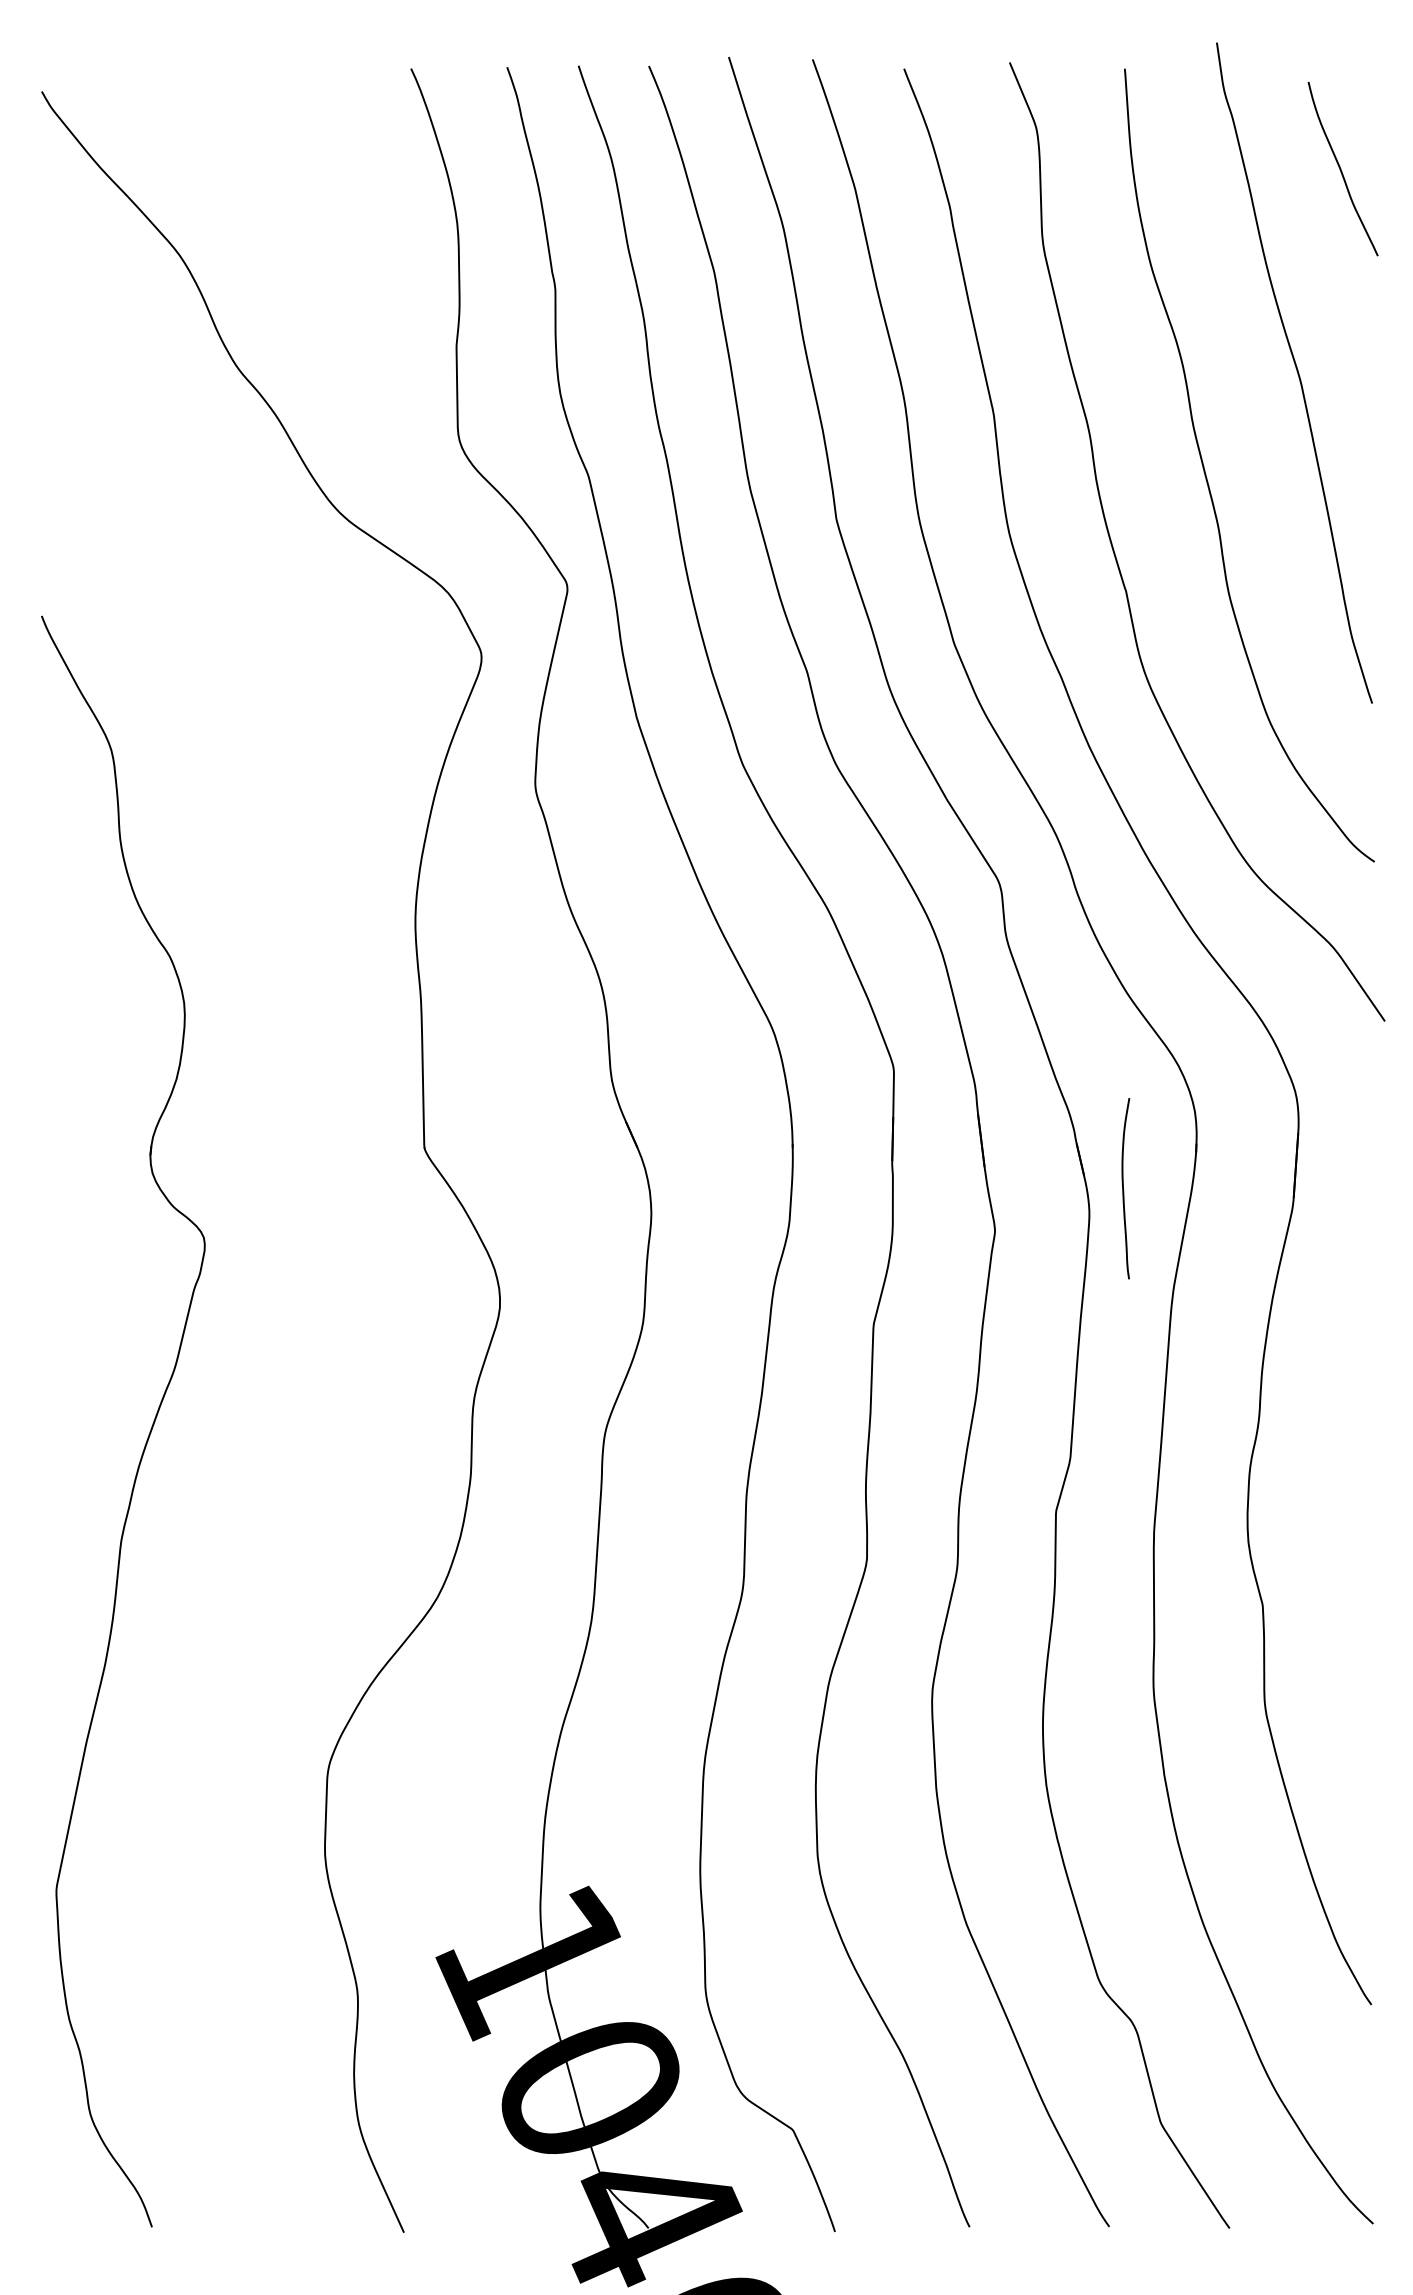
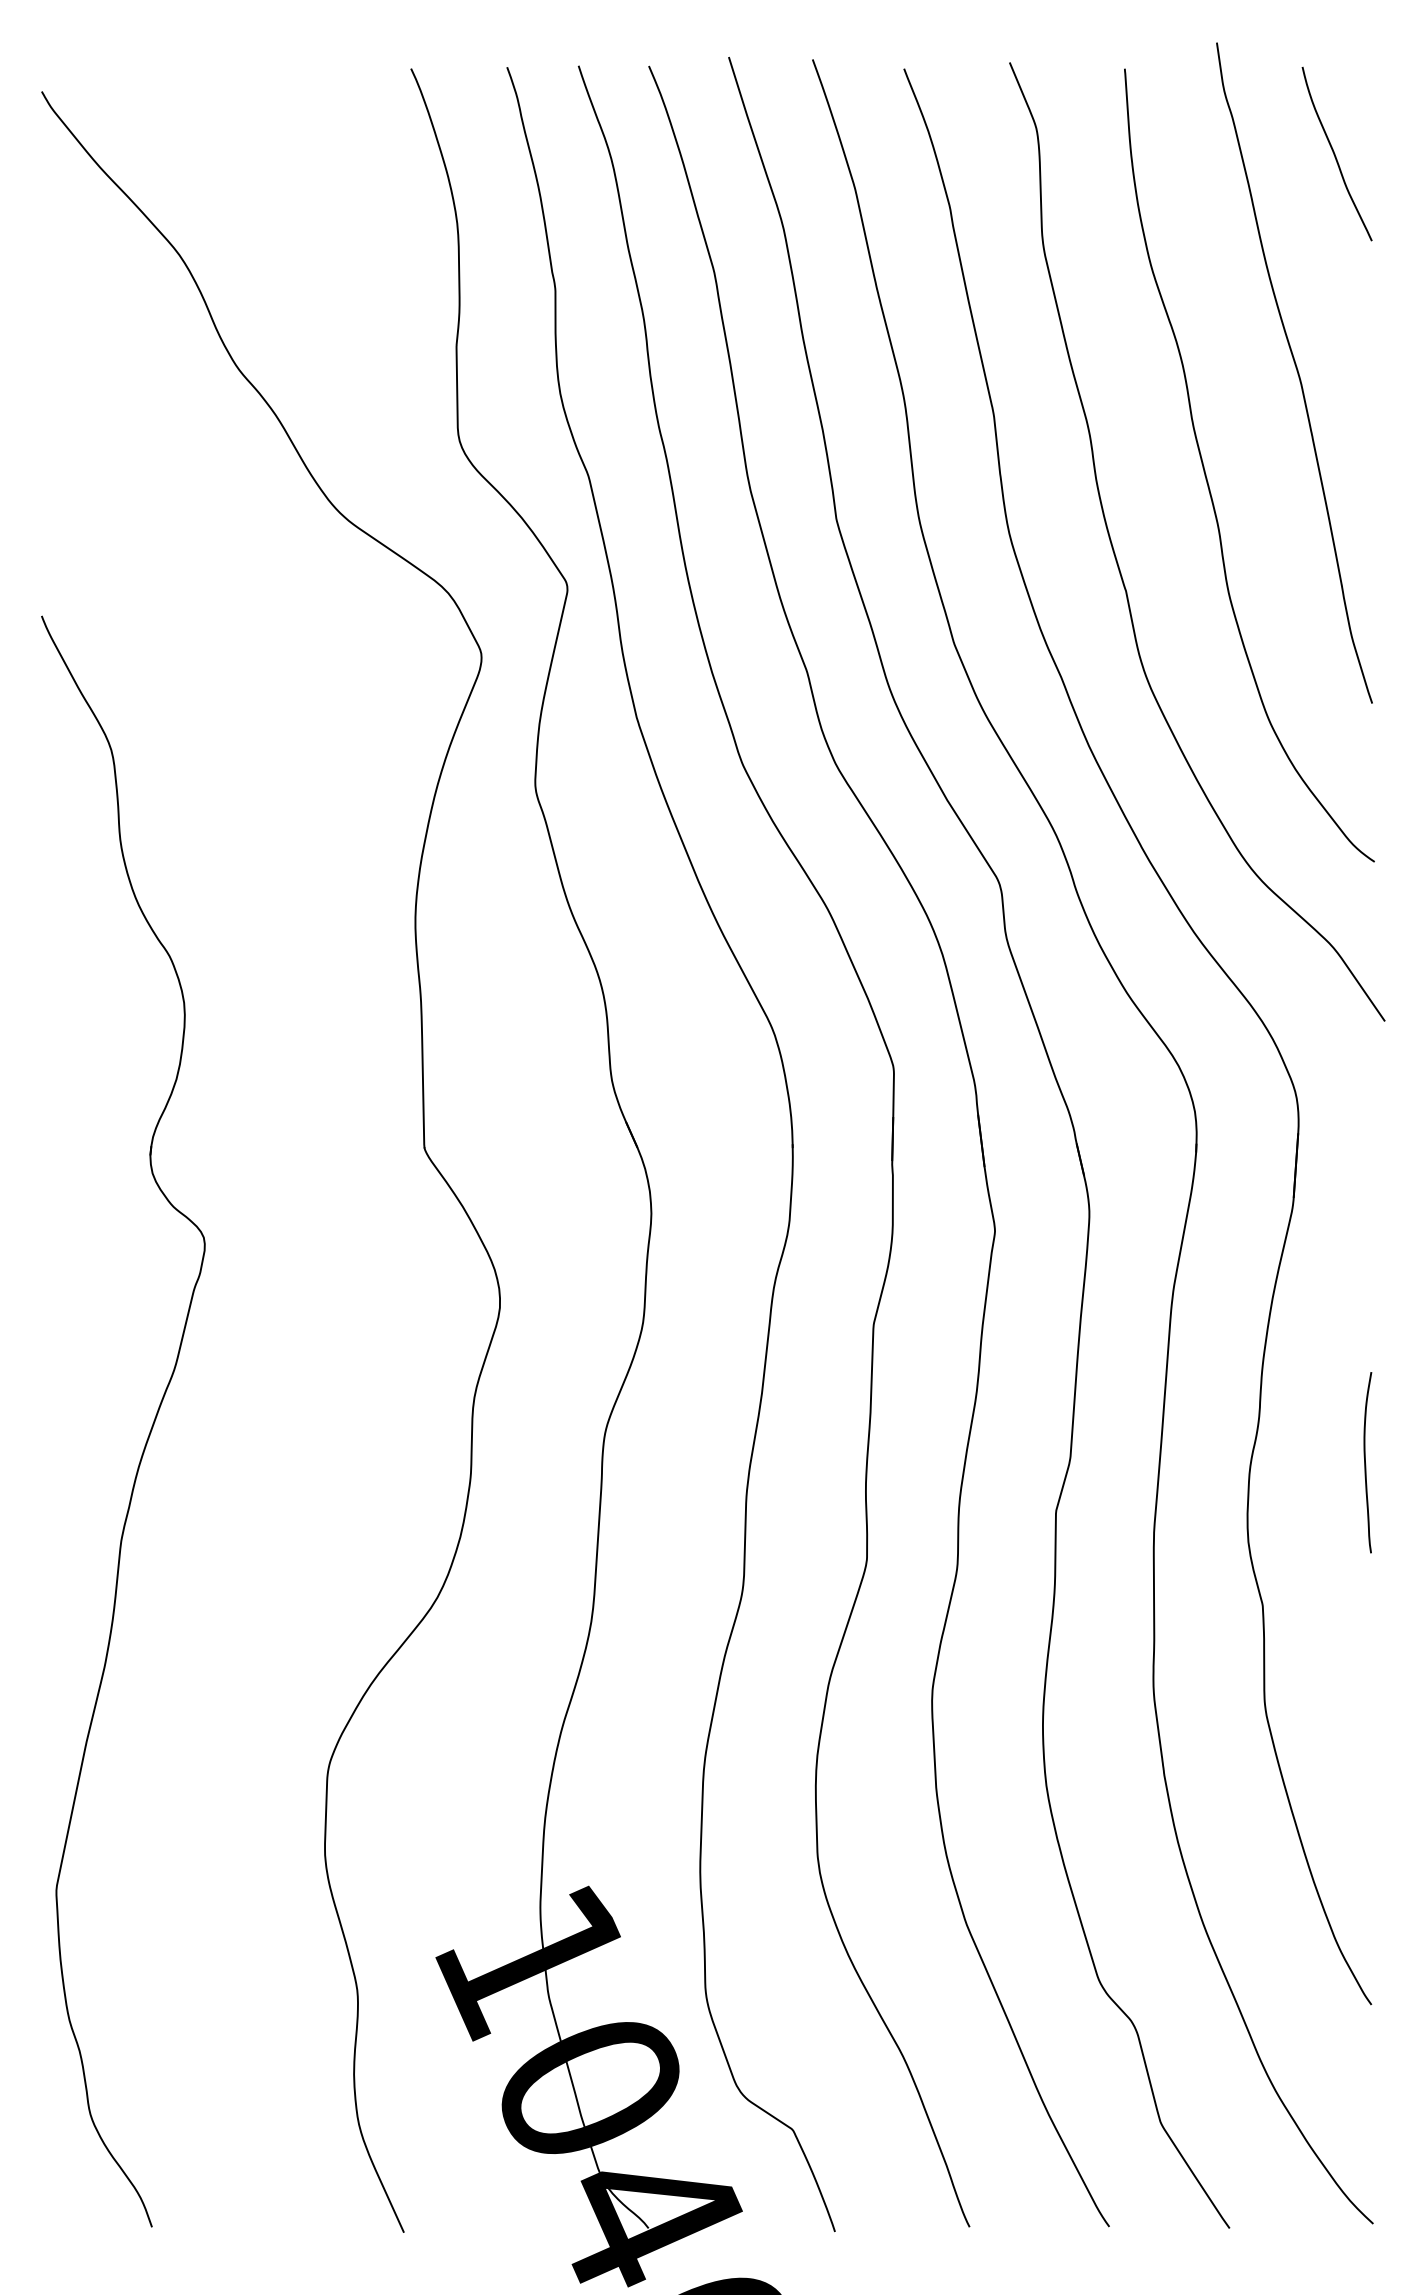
curve at (1341, 168) position: (1341, 168) -> (1335, 153)
curve at (1123, 1188) position: (1123, 1188) -> (1365, 1462)
